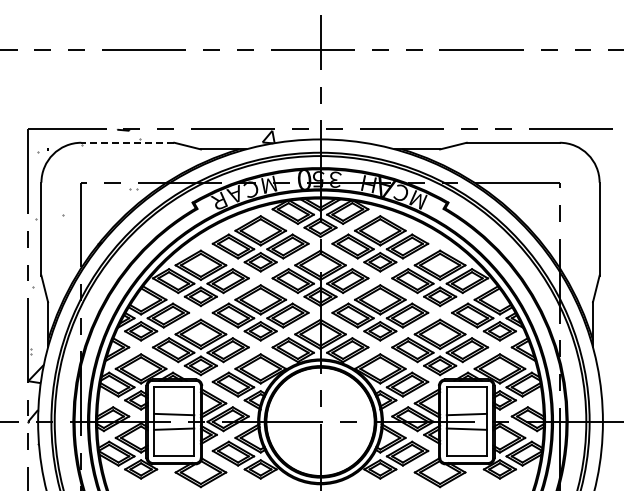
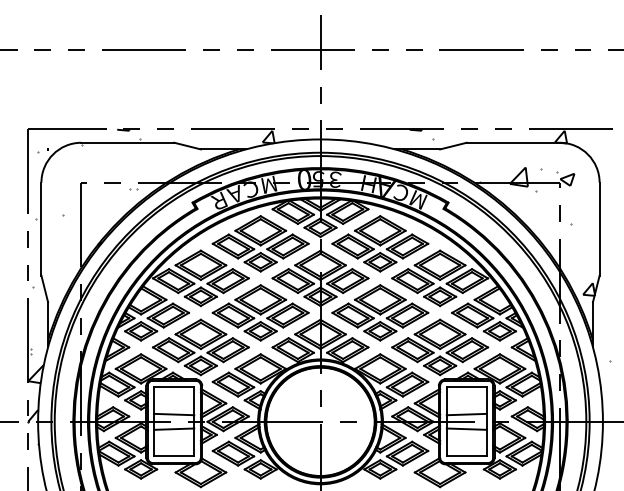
line at (127, 142): dashed -> solid
hatch at (509, 244): none -> present
